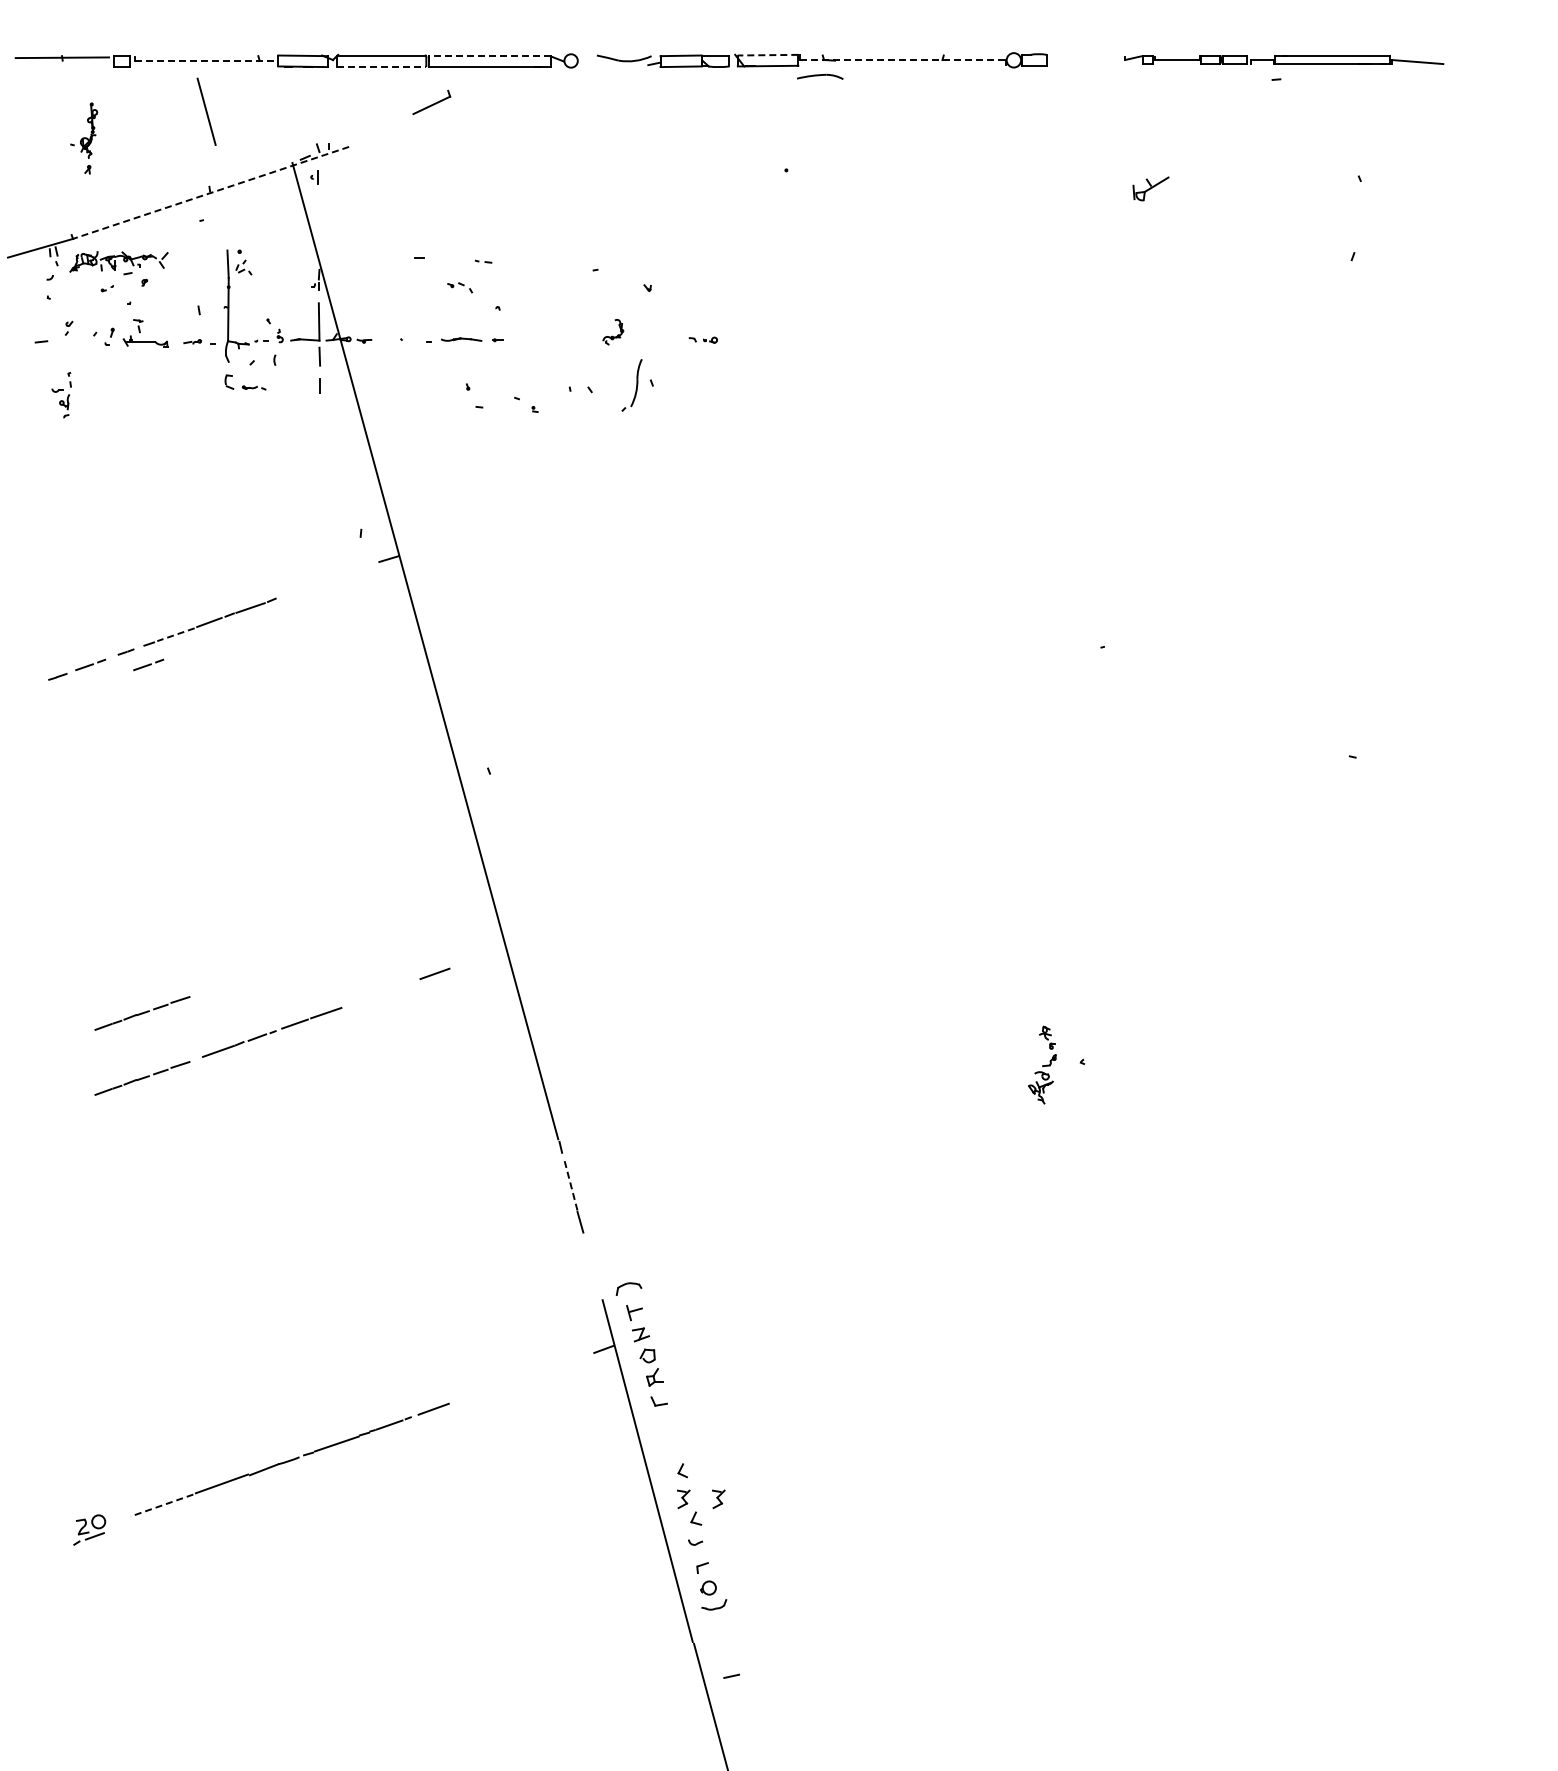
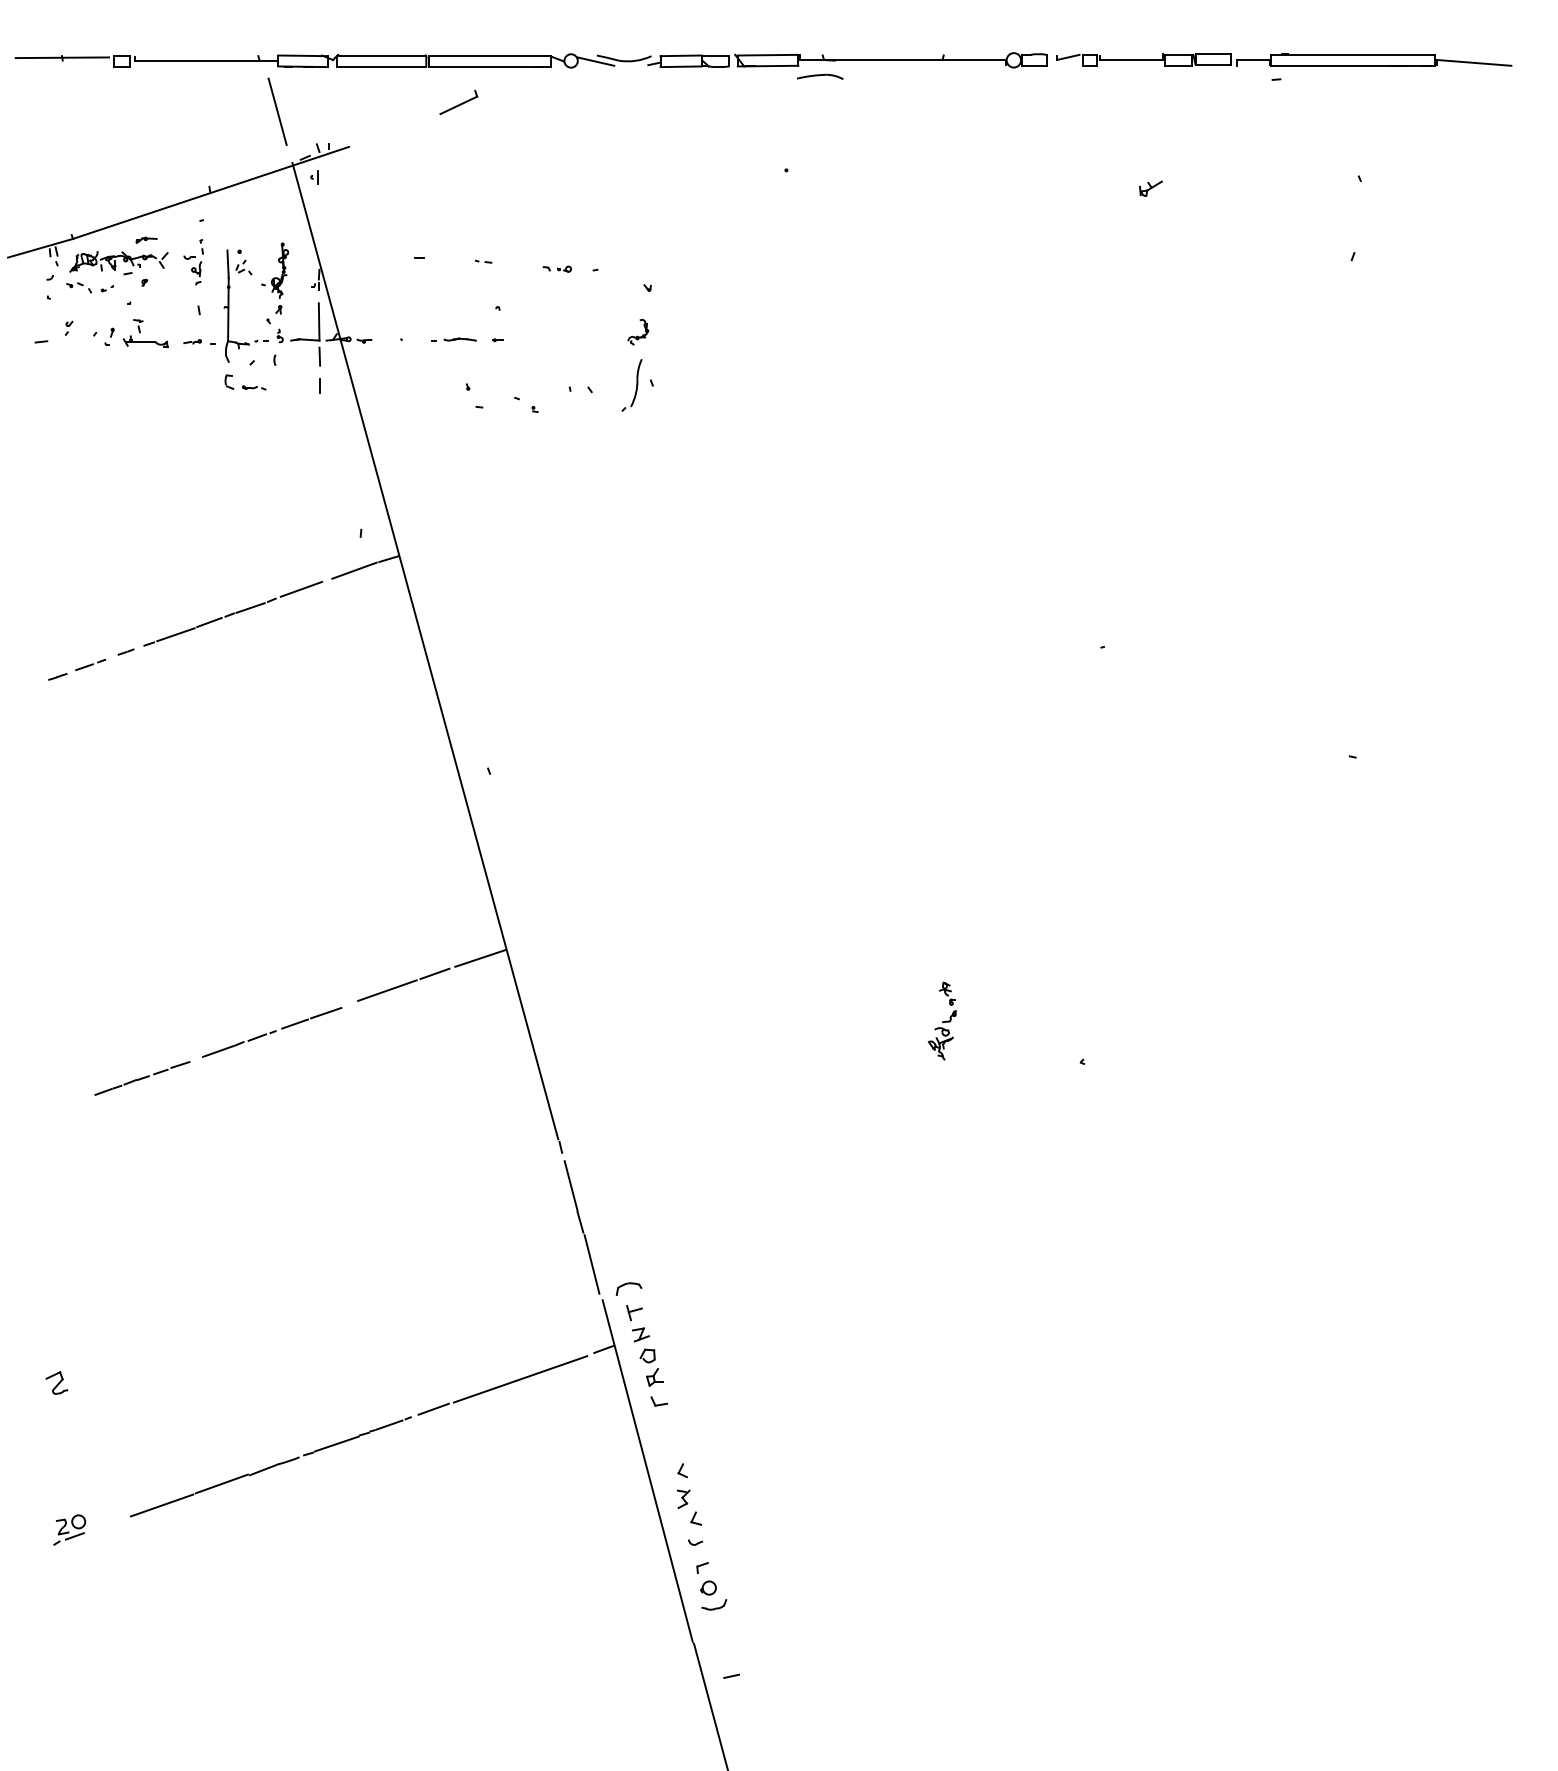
line at (489, 55): dashed -> solid
line at (767, 55): dashed -> solid
part at (1284, 59) size: 321x10 px -> 457x14 px
line at (903, 60): dashed -> solid
line at (206, 61): dashed -> solid
line at (595, 61): none -> present
line at (381, 67): dashed -> solid
part at (431, 102) position: (431, 102) -> (458, 102)
line at (206, 111) position: (206, 111) -> (277, 111)
part at (84, 138) position: (84, 138) -> (275, 278)
part at (1150, 188) size: 38x26 px -> 24x17 px
line at (211, 192): dashed -> solid
part at (146, 239): none -> present
part at (460, 287) position: (460, 287) -> (79, 287)
part at (613, 332) position: (613, 332) -> (638, 332)
part at (454, 339) size: 57x6 px -> 46x5 px
part at (702, 339) position: (702, 339) -> (556, 268)
part at (61, 395) position: (61, 395) -> (193, 262)
line at (354, 570): none -> present
line at (301, 588): none -> present
line at (175, 634): dashed -> solid
line at (148, 664): present -> none
line at (480, 958): none -> present
line at (387, 990): none -> present
line at (142, 1013): present -> none
part at (1042, 1064) position: (1042, 1064) -> (942, 1020)
line at (571, 1185): dashed -> solid
line at (591, 1264): none -> present
line at (520, 1379): none -> present
part at (56, 1382): none -> present
part at (718, 1499): present -> none
line at (161, 1505): dashed -> solid
part at (89, 1529) position: (89, 1529) -> (69, 1529)
